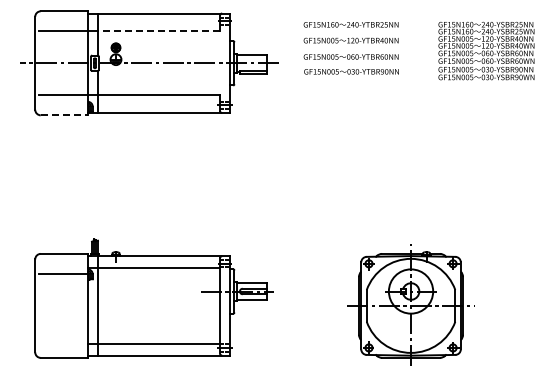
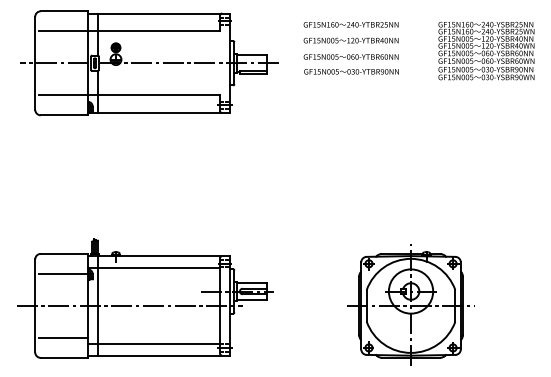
line at (159, 31): dashed -> solid
line at (64, 115): dashed -> solid
line at (129, 305): none -> present
line at (63, 337): none -> present
